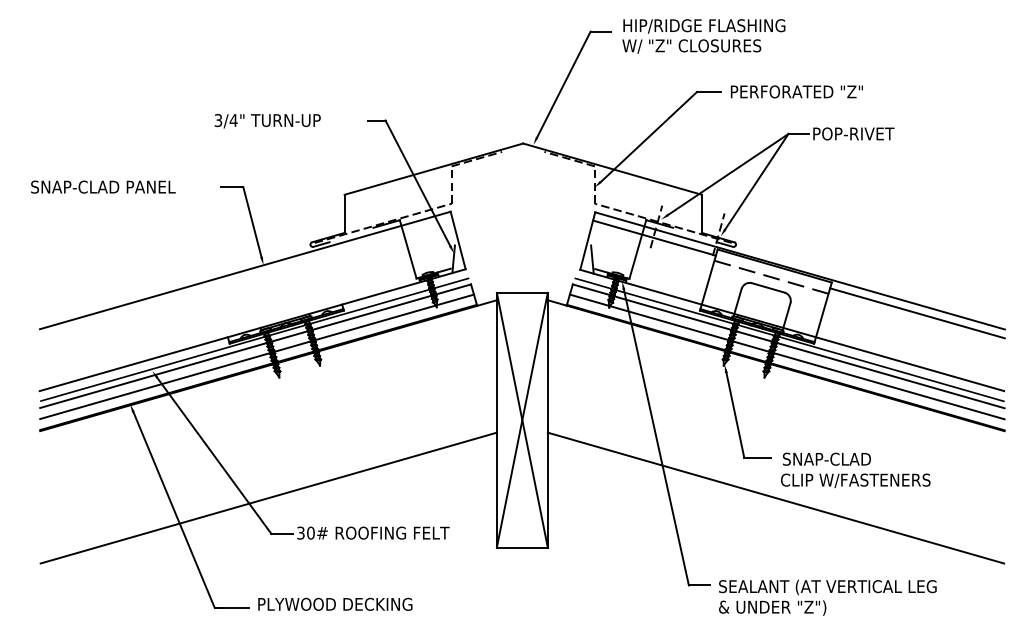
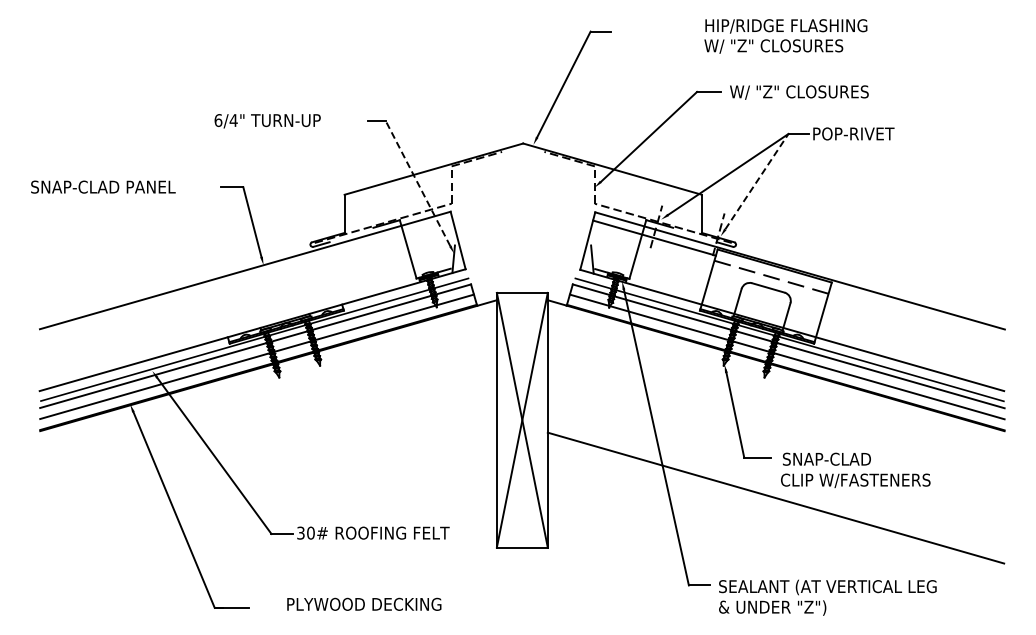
text at (703, 36) position: (703, 36) -> (785, 36)
text at (799, 92): PERFORATED "Z" -> W/ "Z" CLOSURES
text at (218, 120): 3/4" -> 6/4"
line at (757, 181): solid -> dashed
line at (417, 183): solid -> dashed
line at (917, 313): present -> none
line at (268, 497): present -> none
text at (335, 603) position: (335, 603) -> (364, 603)
